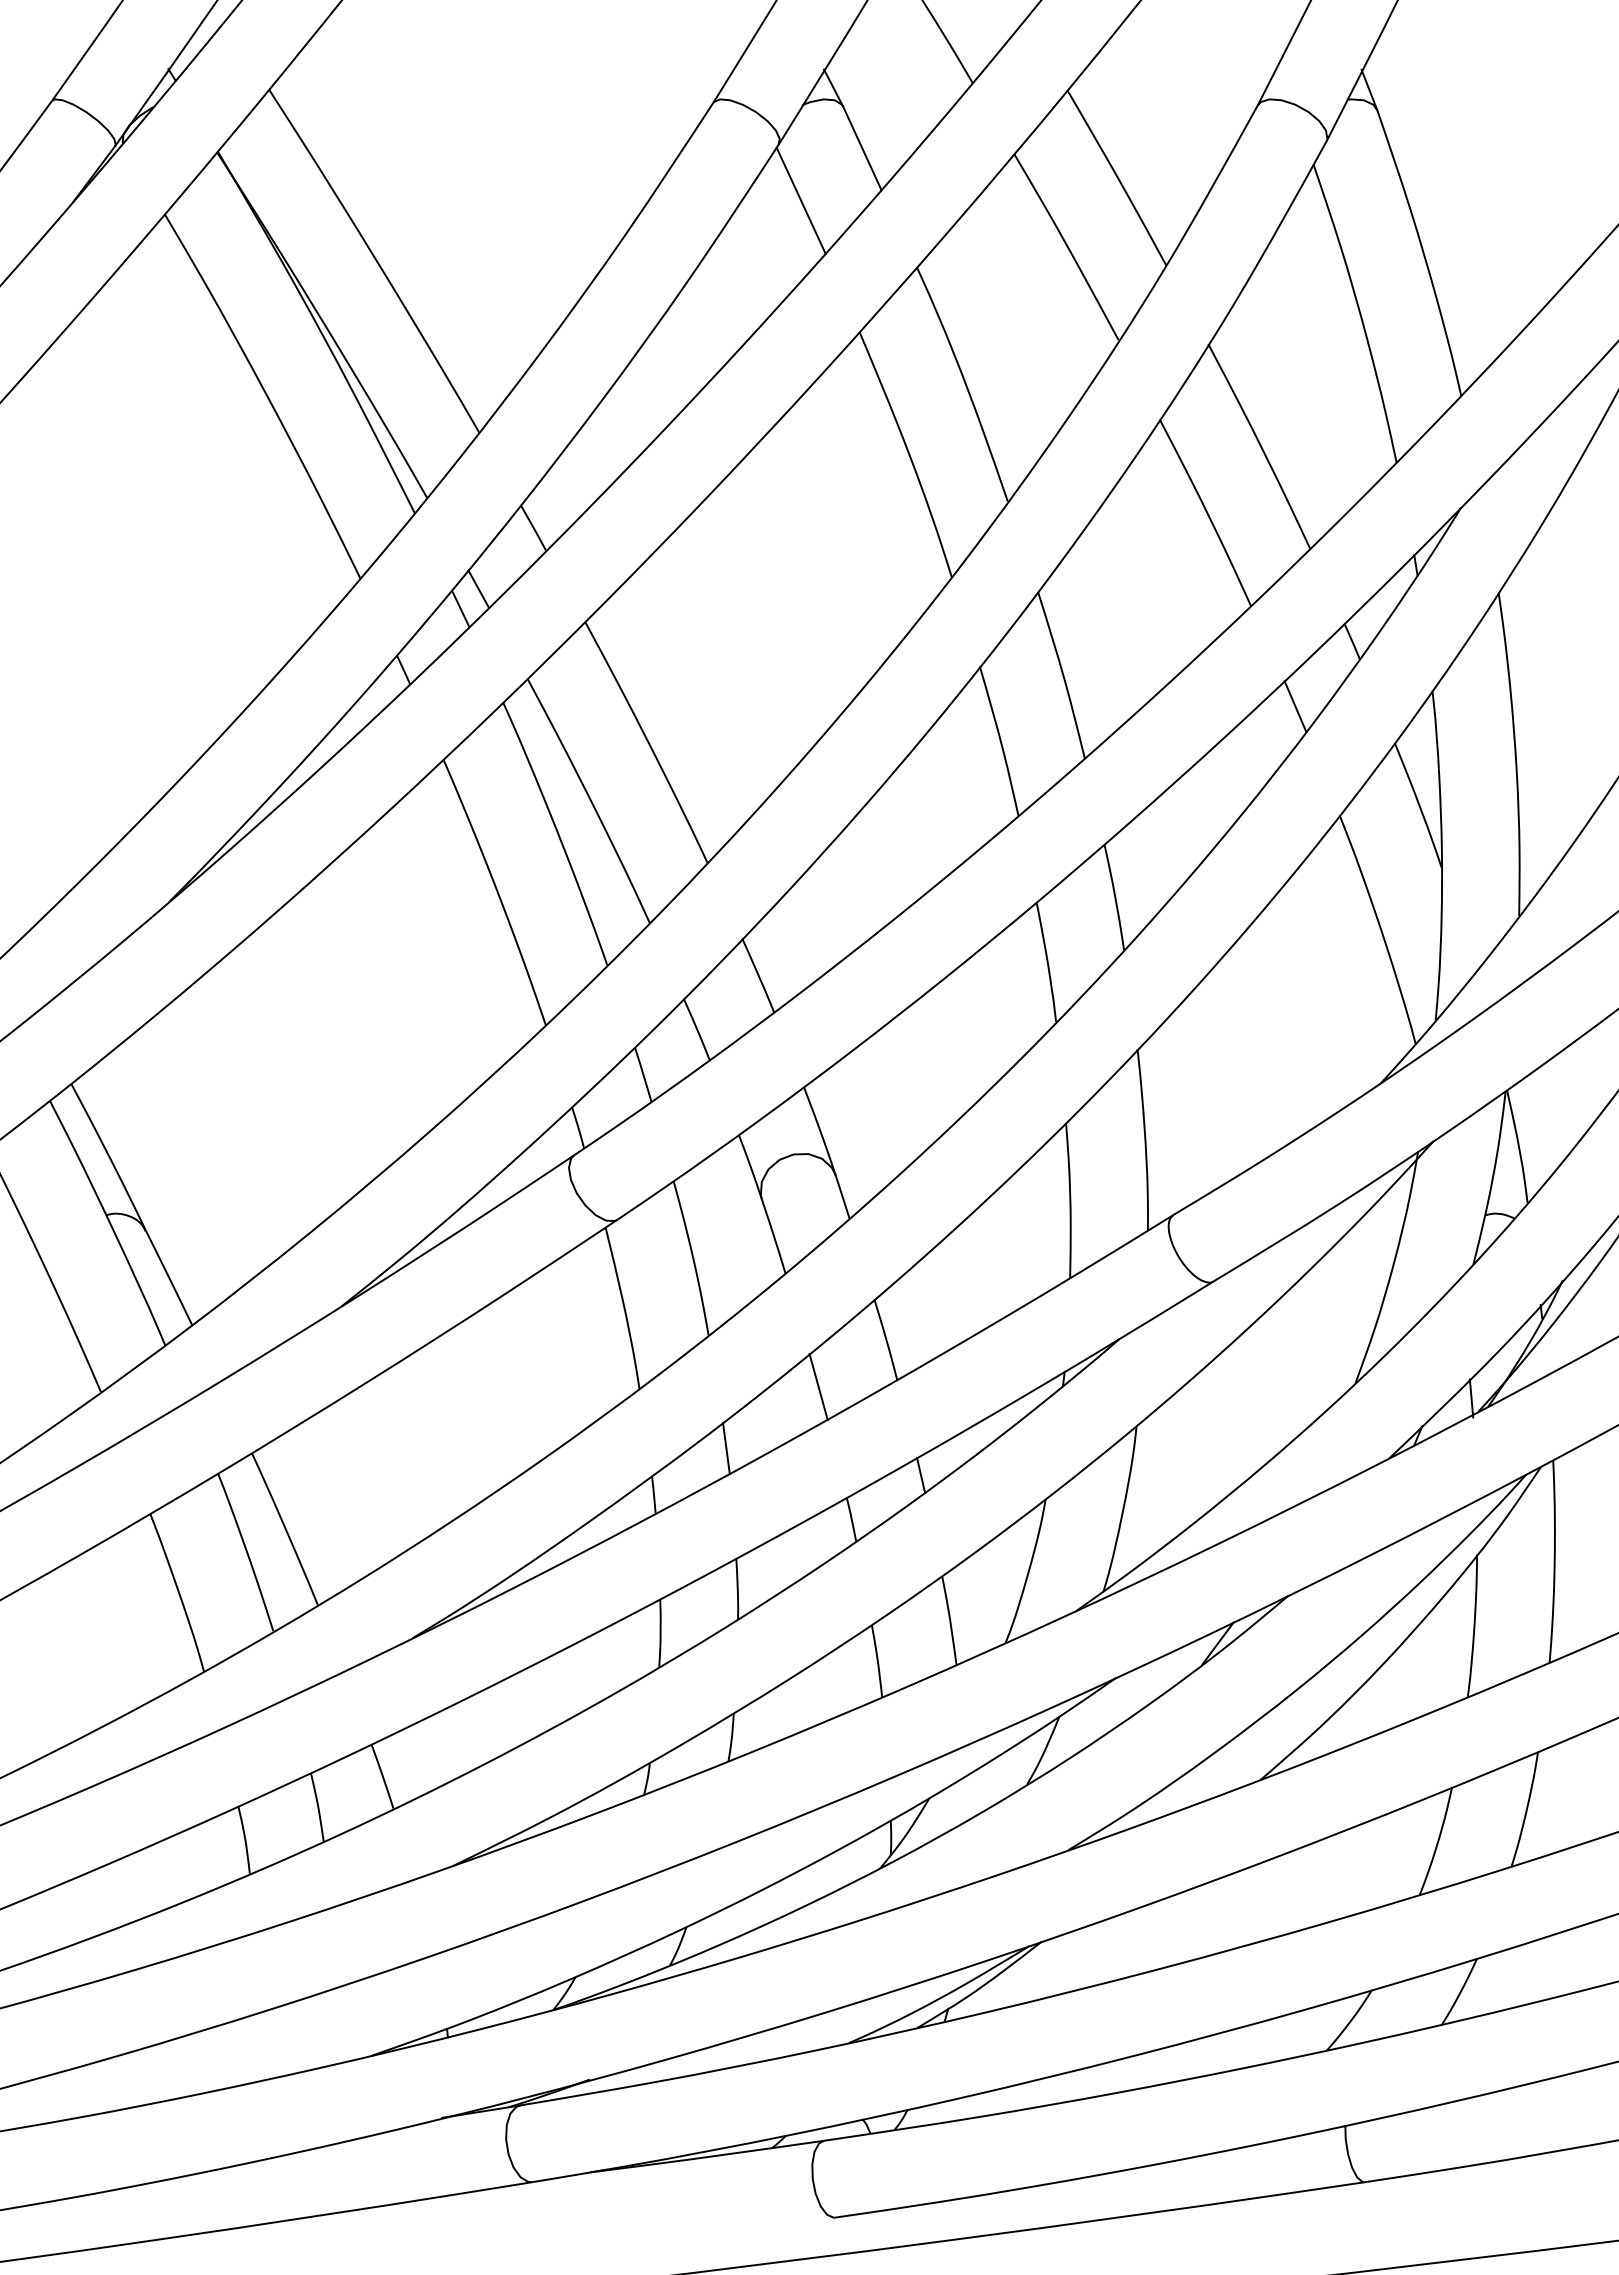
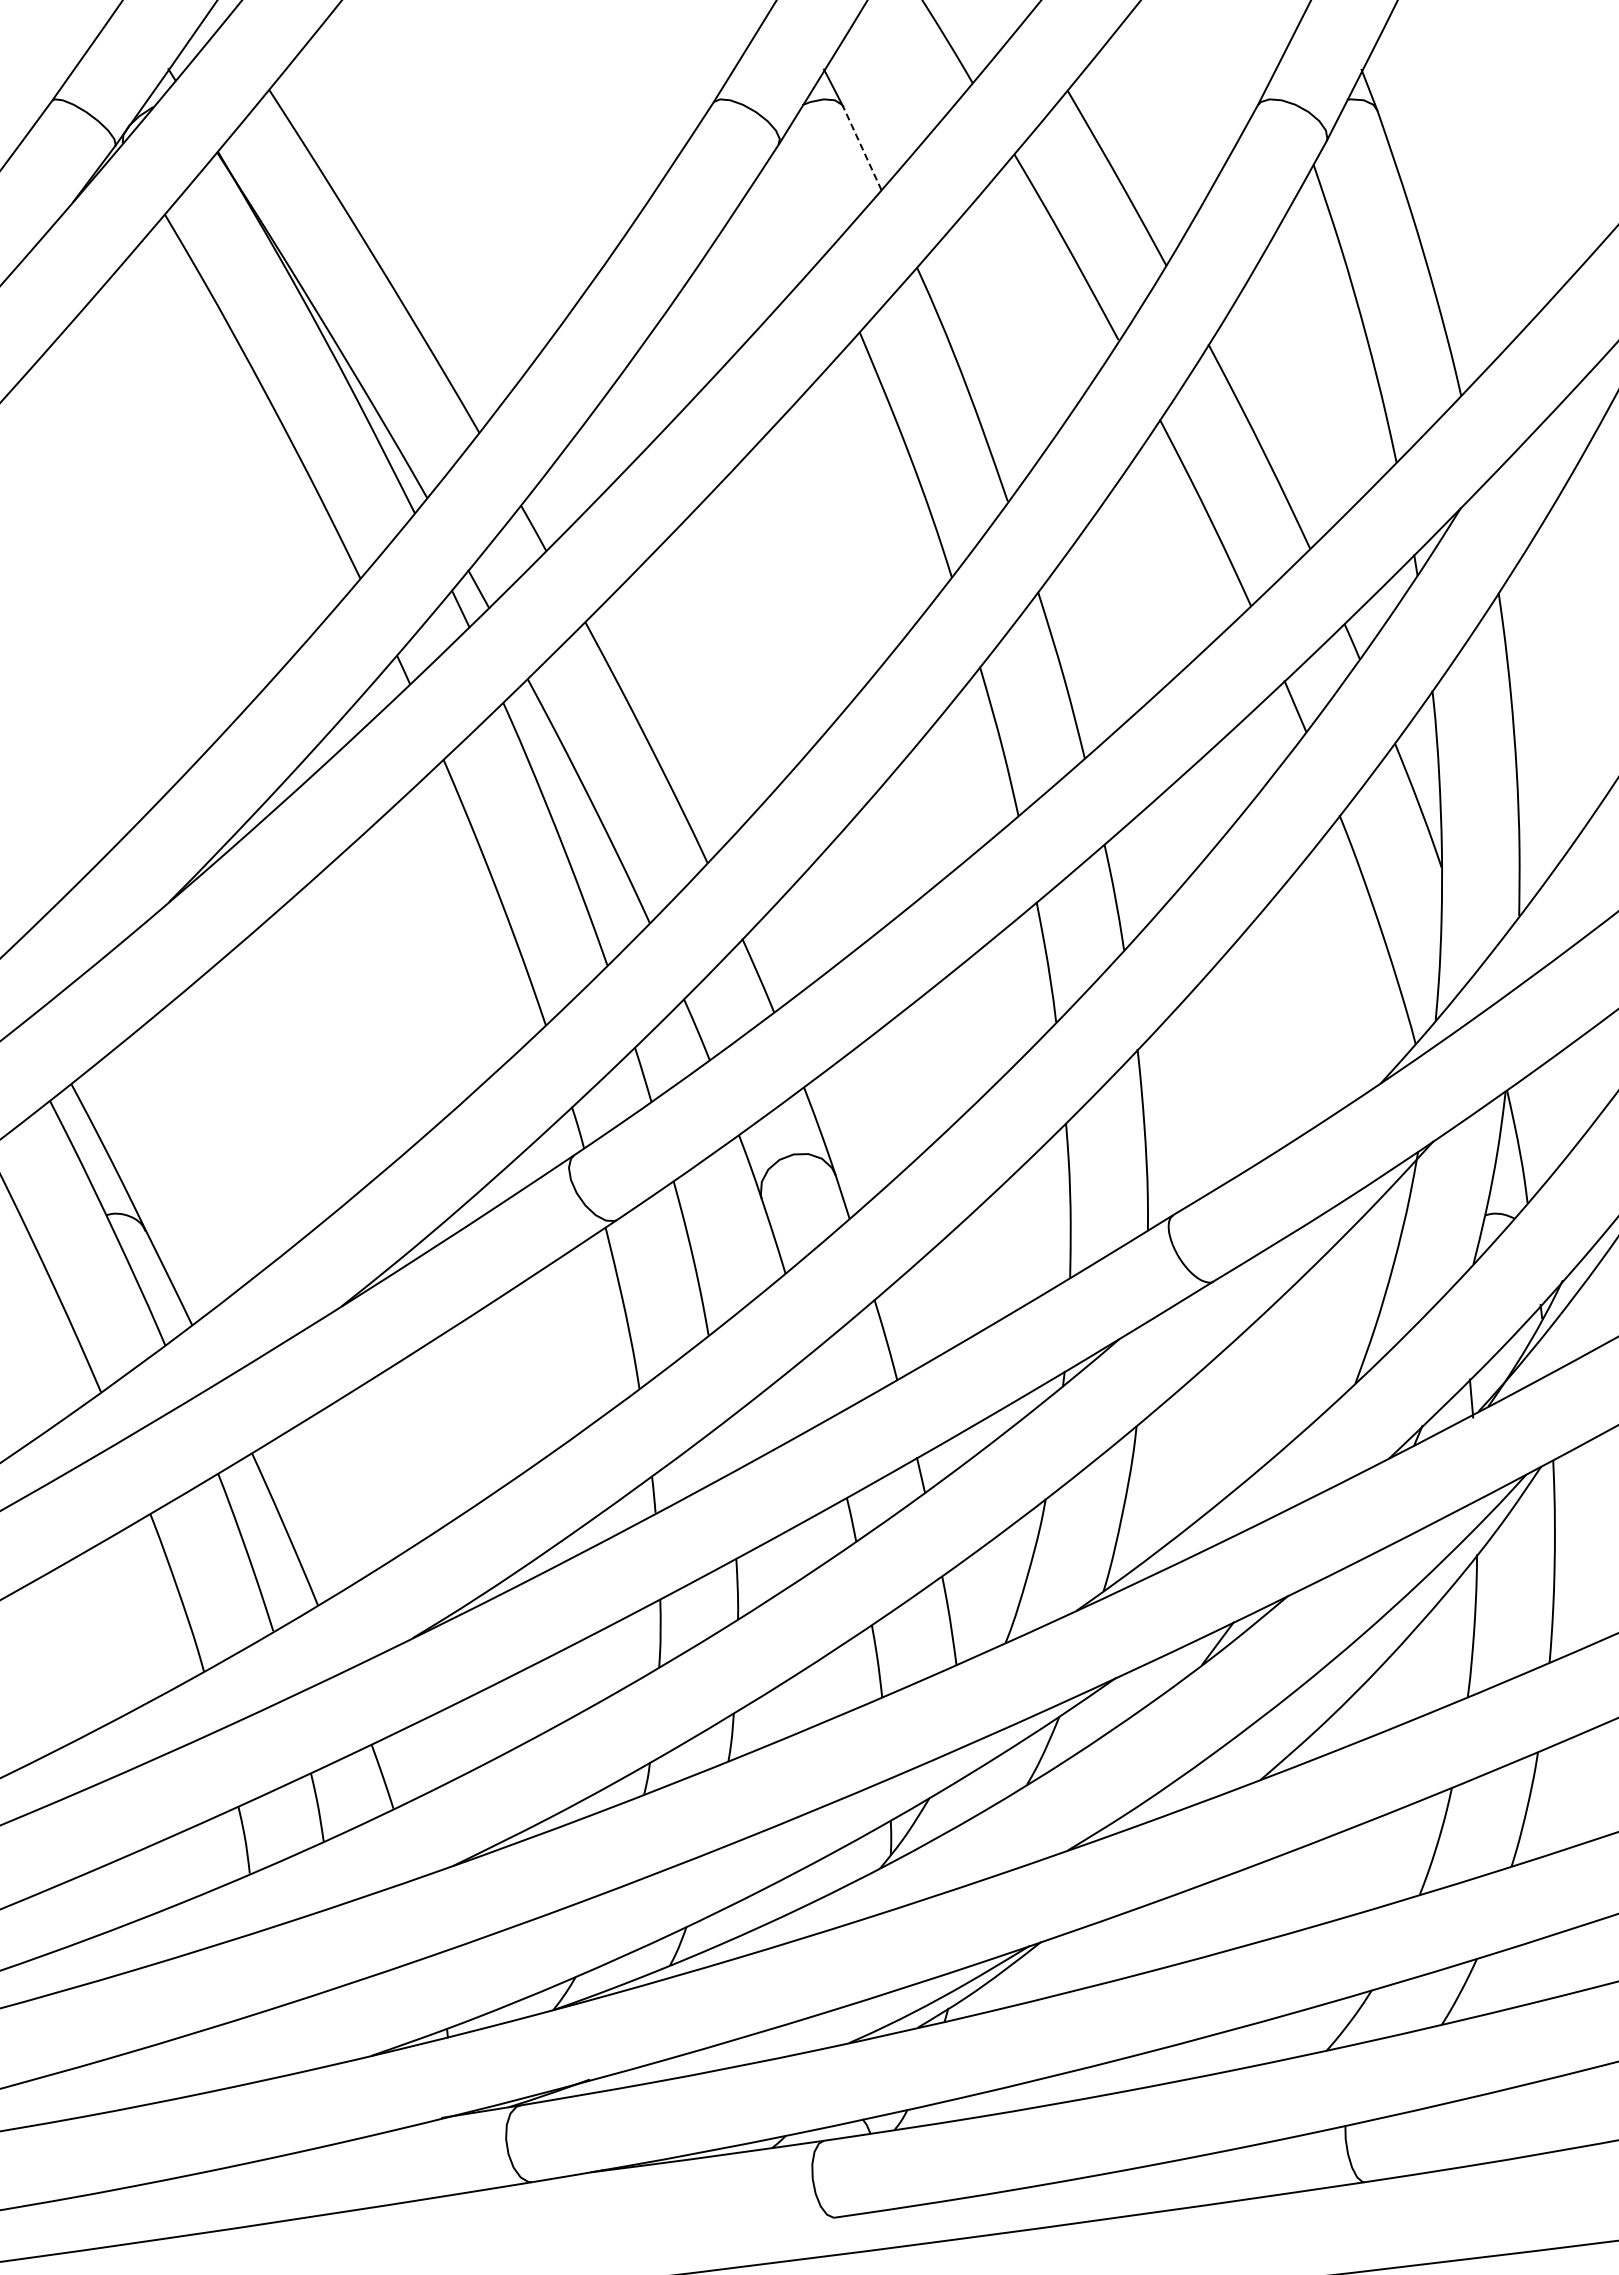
line at (862, 147): solid -> dashed
line at (800, 200): present -> none
line at (818, 1386): present -> none
line at (726, 1447): present -> none
